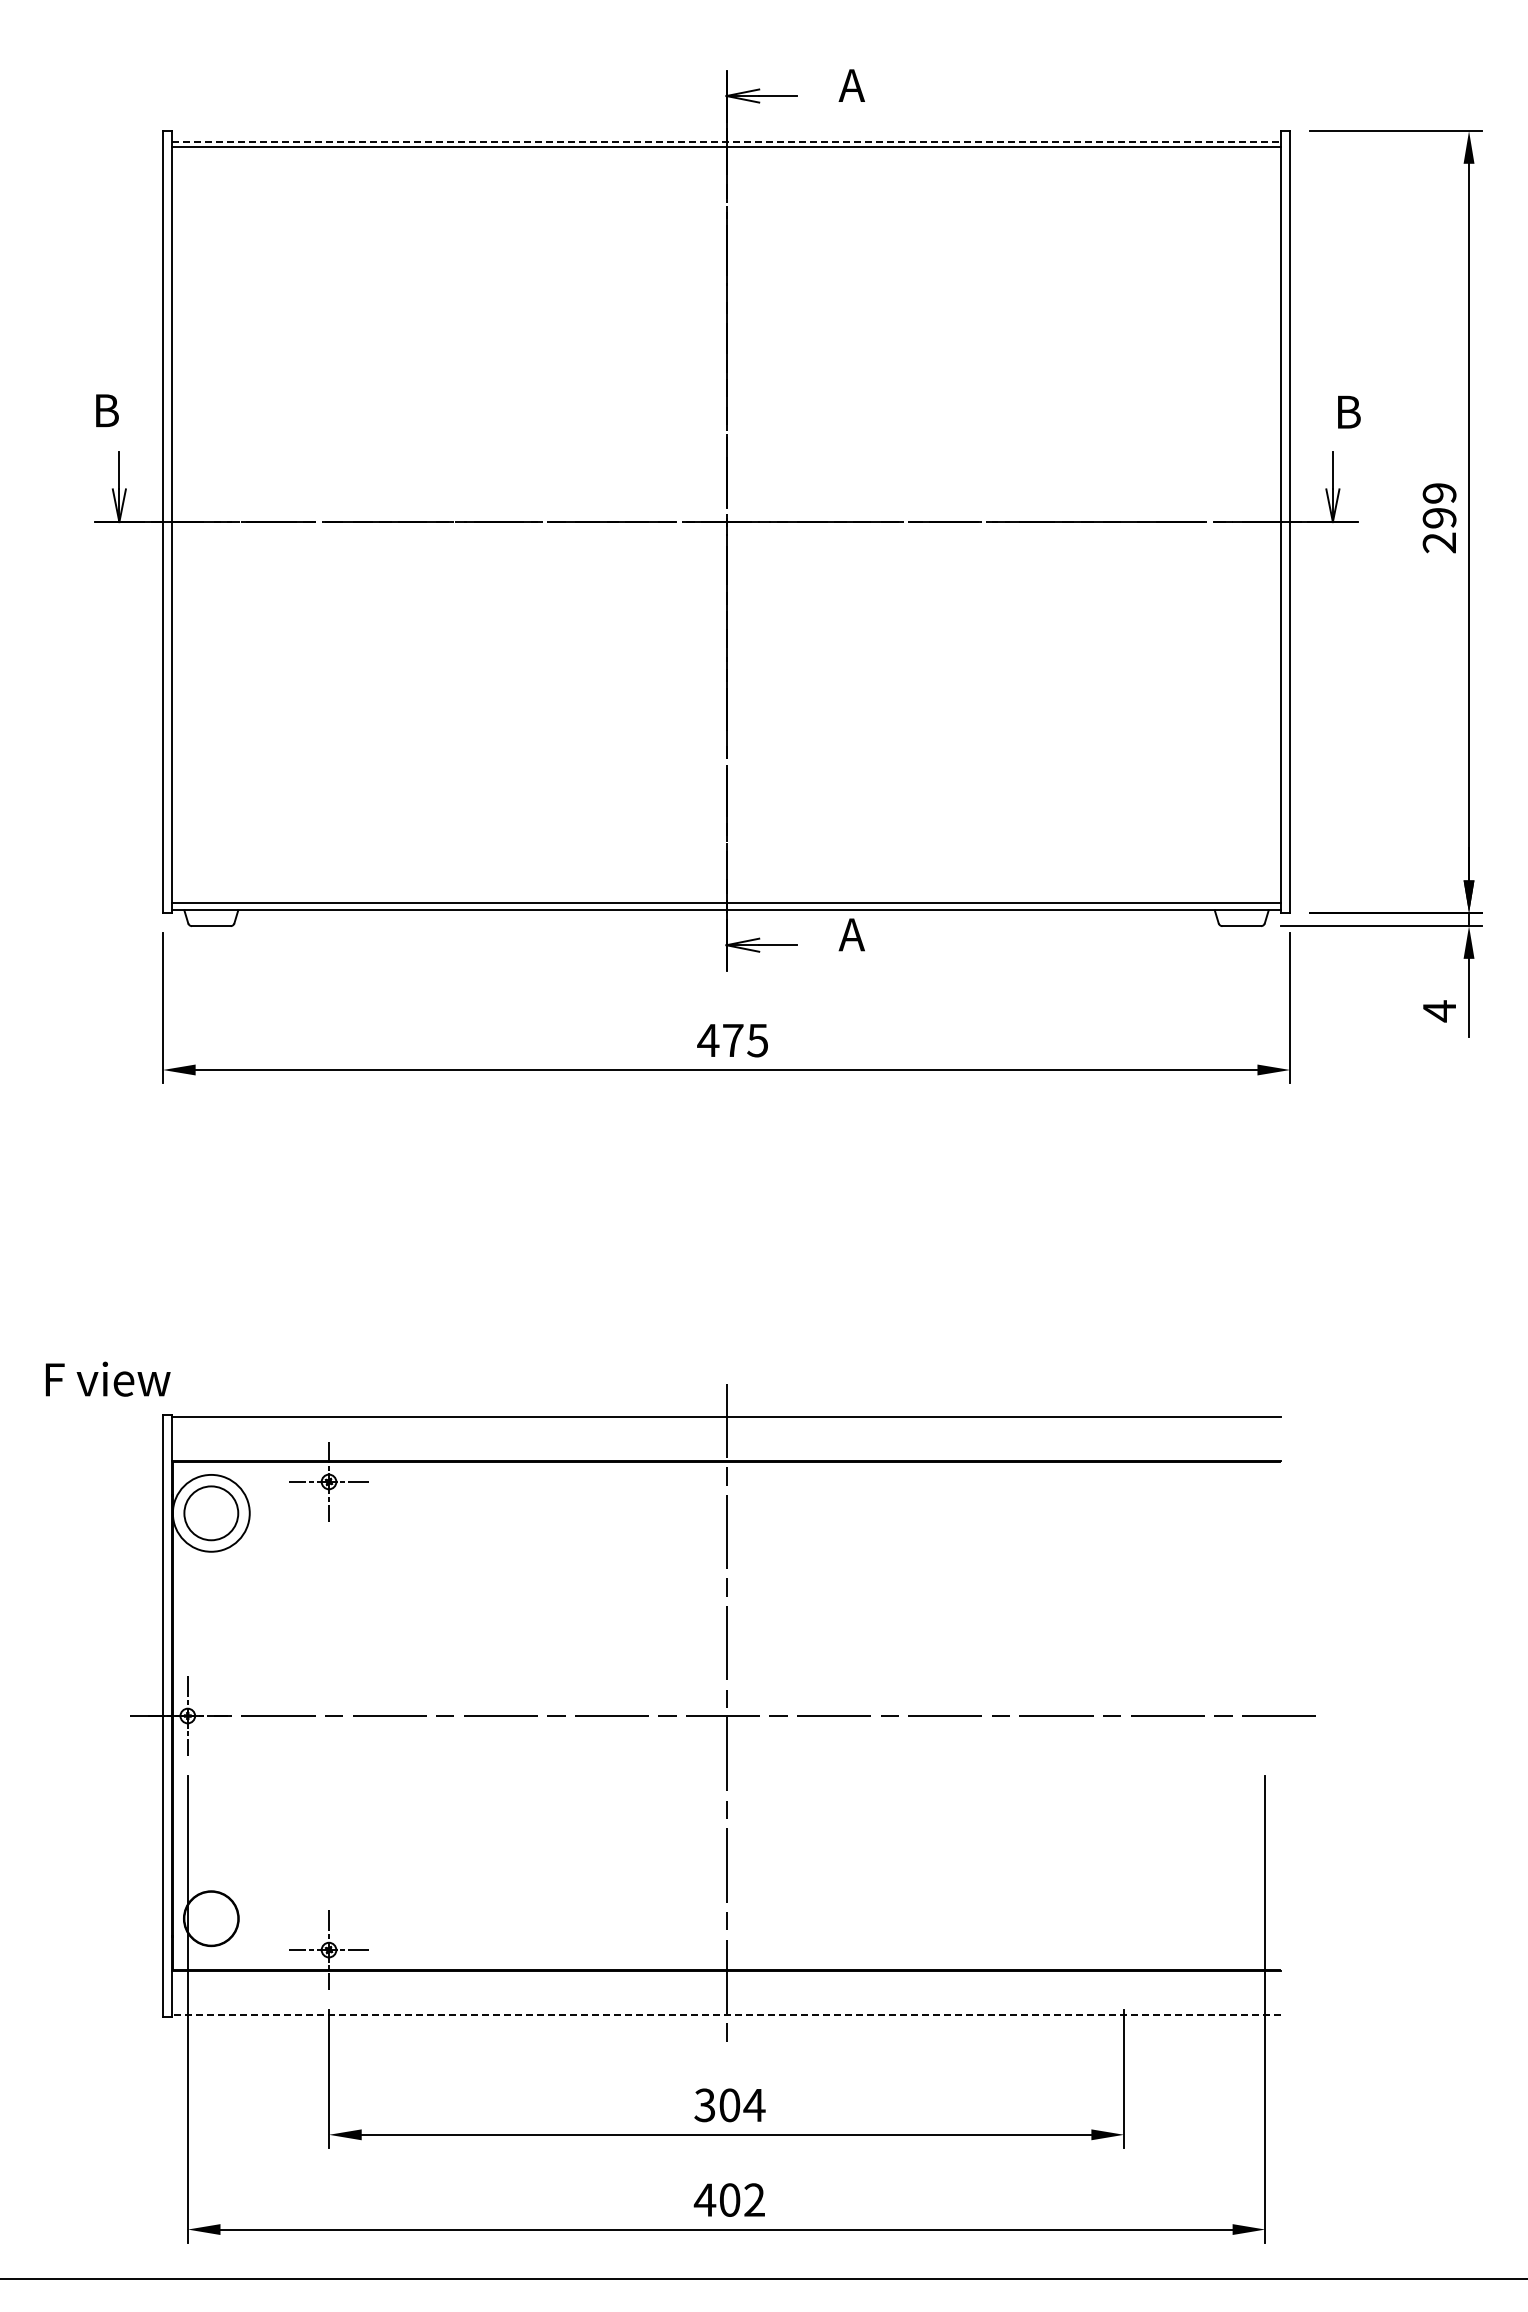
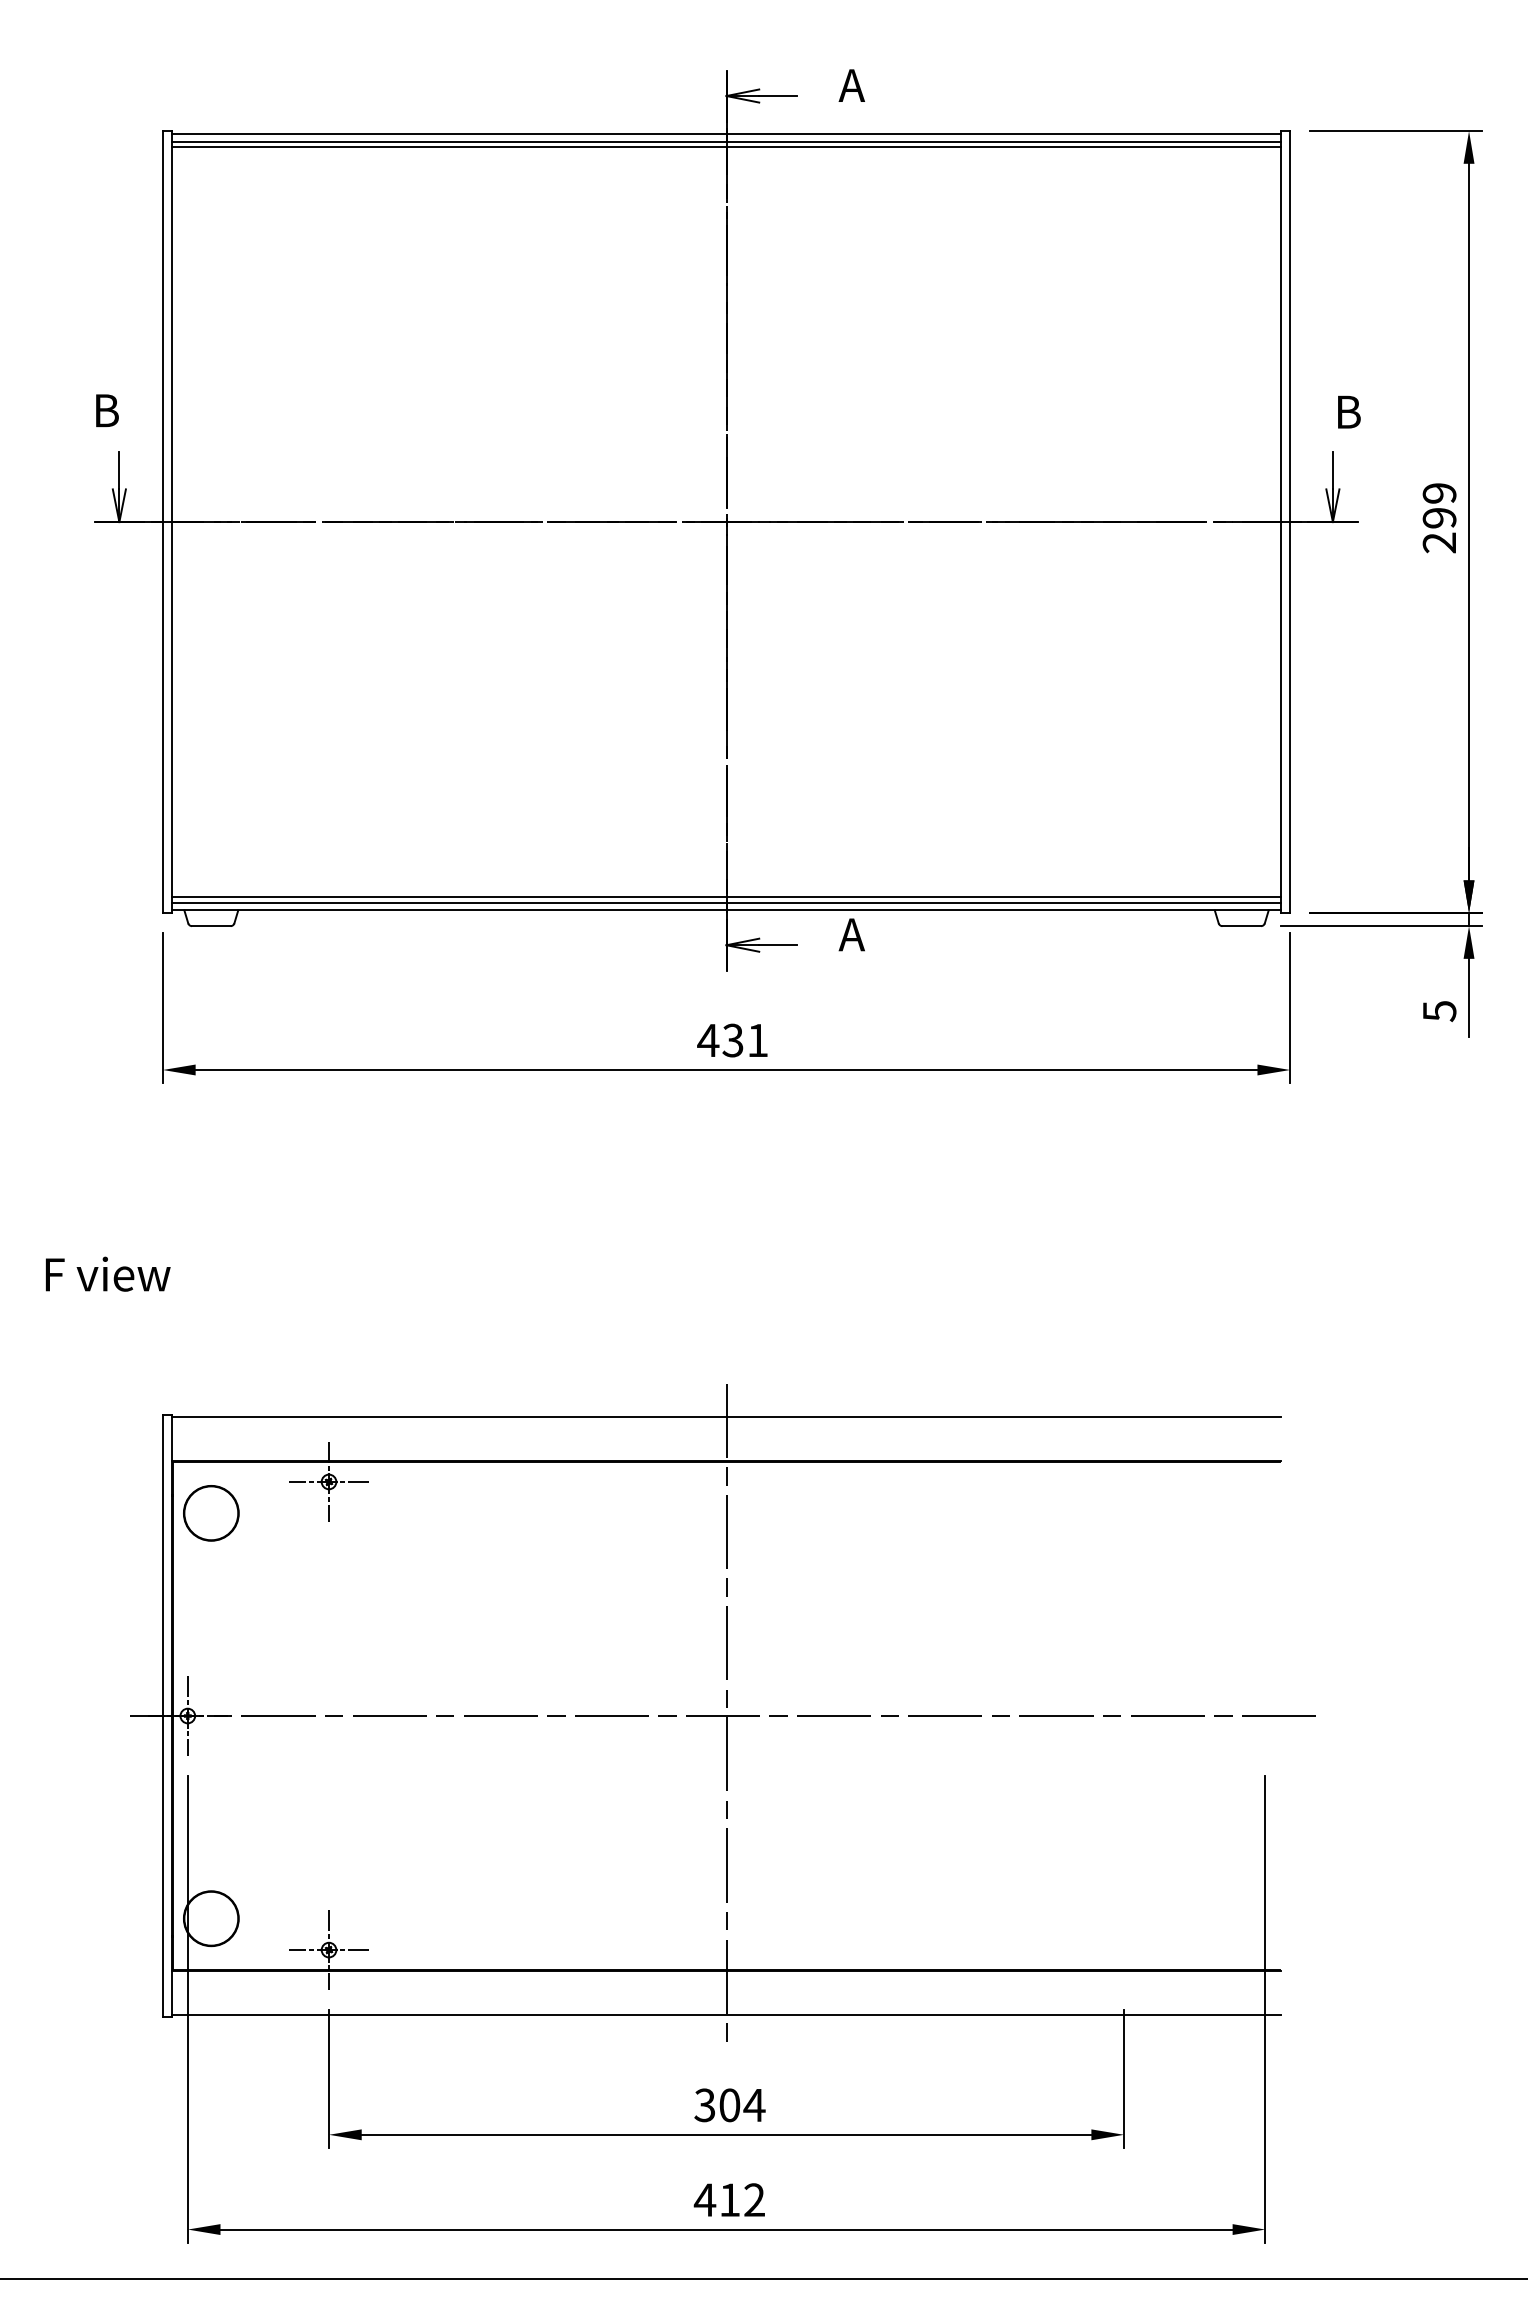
line at (726, 133): none -> present
line at (727, 141): dashed -> solid
line at (726, 897): none -> present
text at (1439, 1011): 4 -> 5
text at (744, 1040): 475 -> 431
text at (108, 1378) position: (108, 1378) -> (108, 1273)
circle at (210, 1512) diameter: 77 px -> 55 px
line at (726, 2015): dashed -> solid
text at (730, 2199): 402 -> 412
